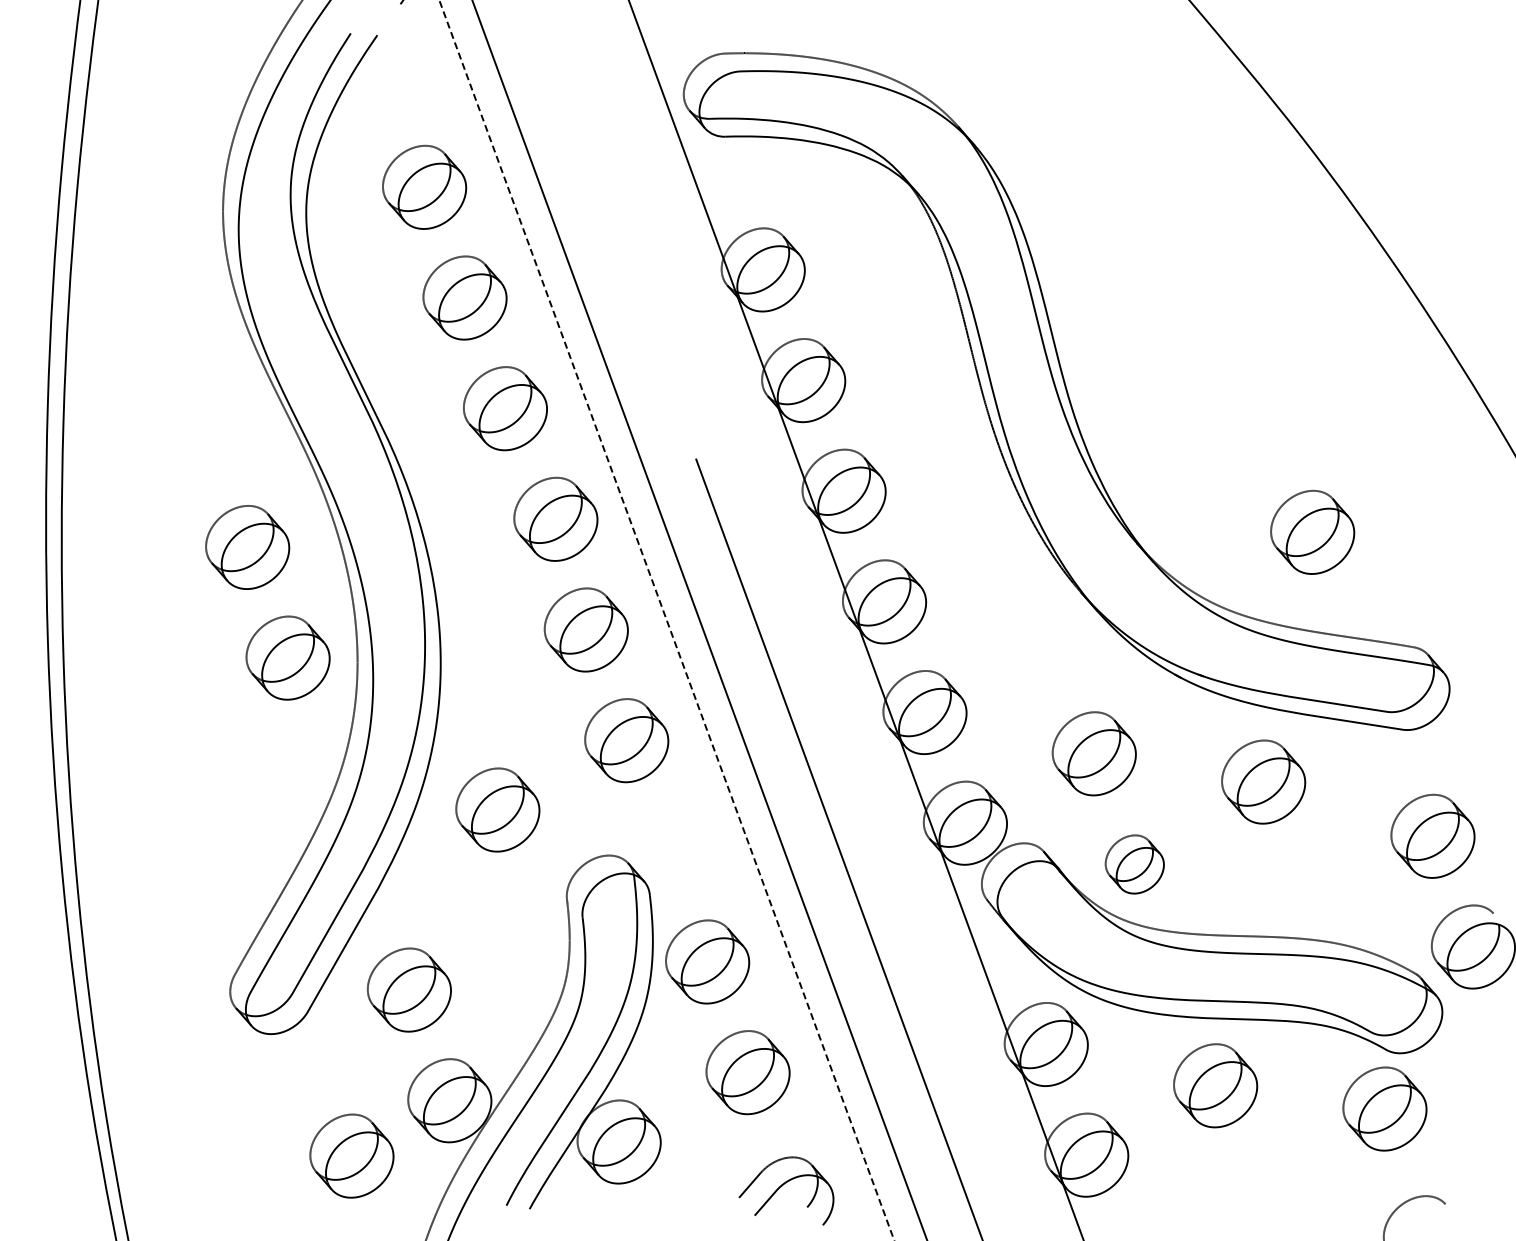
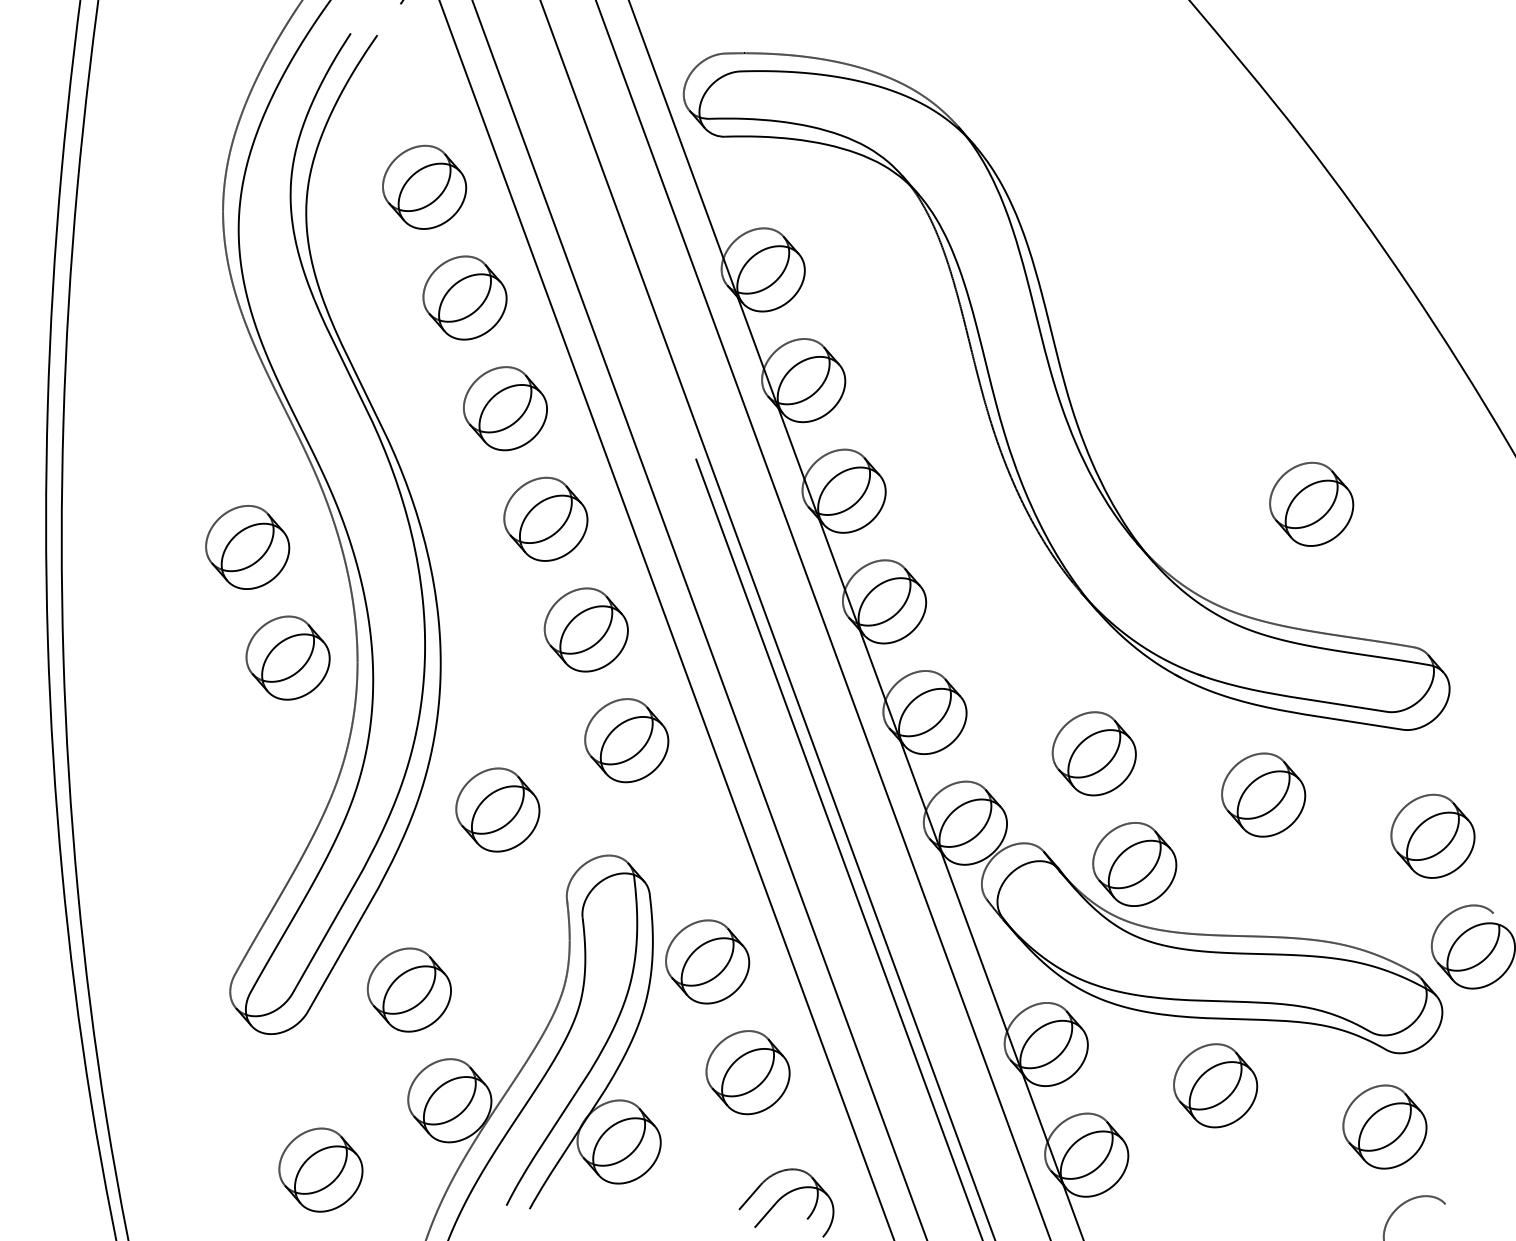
part at (555, 518) position: (555, 518) -> (545, 518)
part at (1312, 531) position: (1312, 531) -> (1311, 503)
line at (767, 619): none -> present
line at (822, 619): none -> present
line at (666, 620): dashed -> solid
part at (1263, 781) position: (1263, 781) -> (1263, 794)
part at (1134, 864) size: 61x61 px -> 86x85 px
part at (1384, 1108) position: (1384, 1108) -> (1384, 1126)
part at (351, 1155) position: (351, 1155) -> (320, 1169)
part at (786, 1190) position: (786, 1190) -> (786, 1202)
